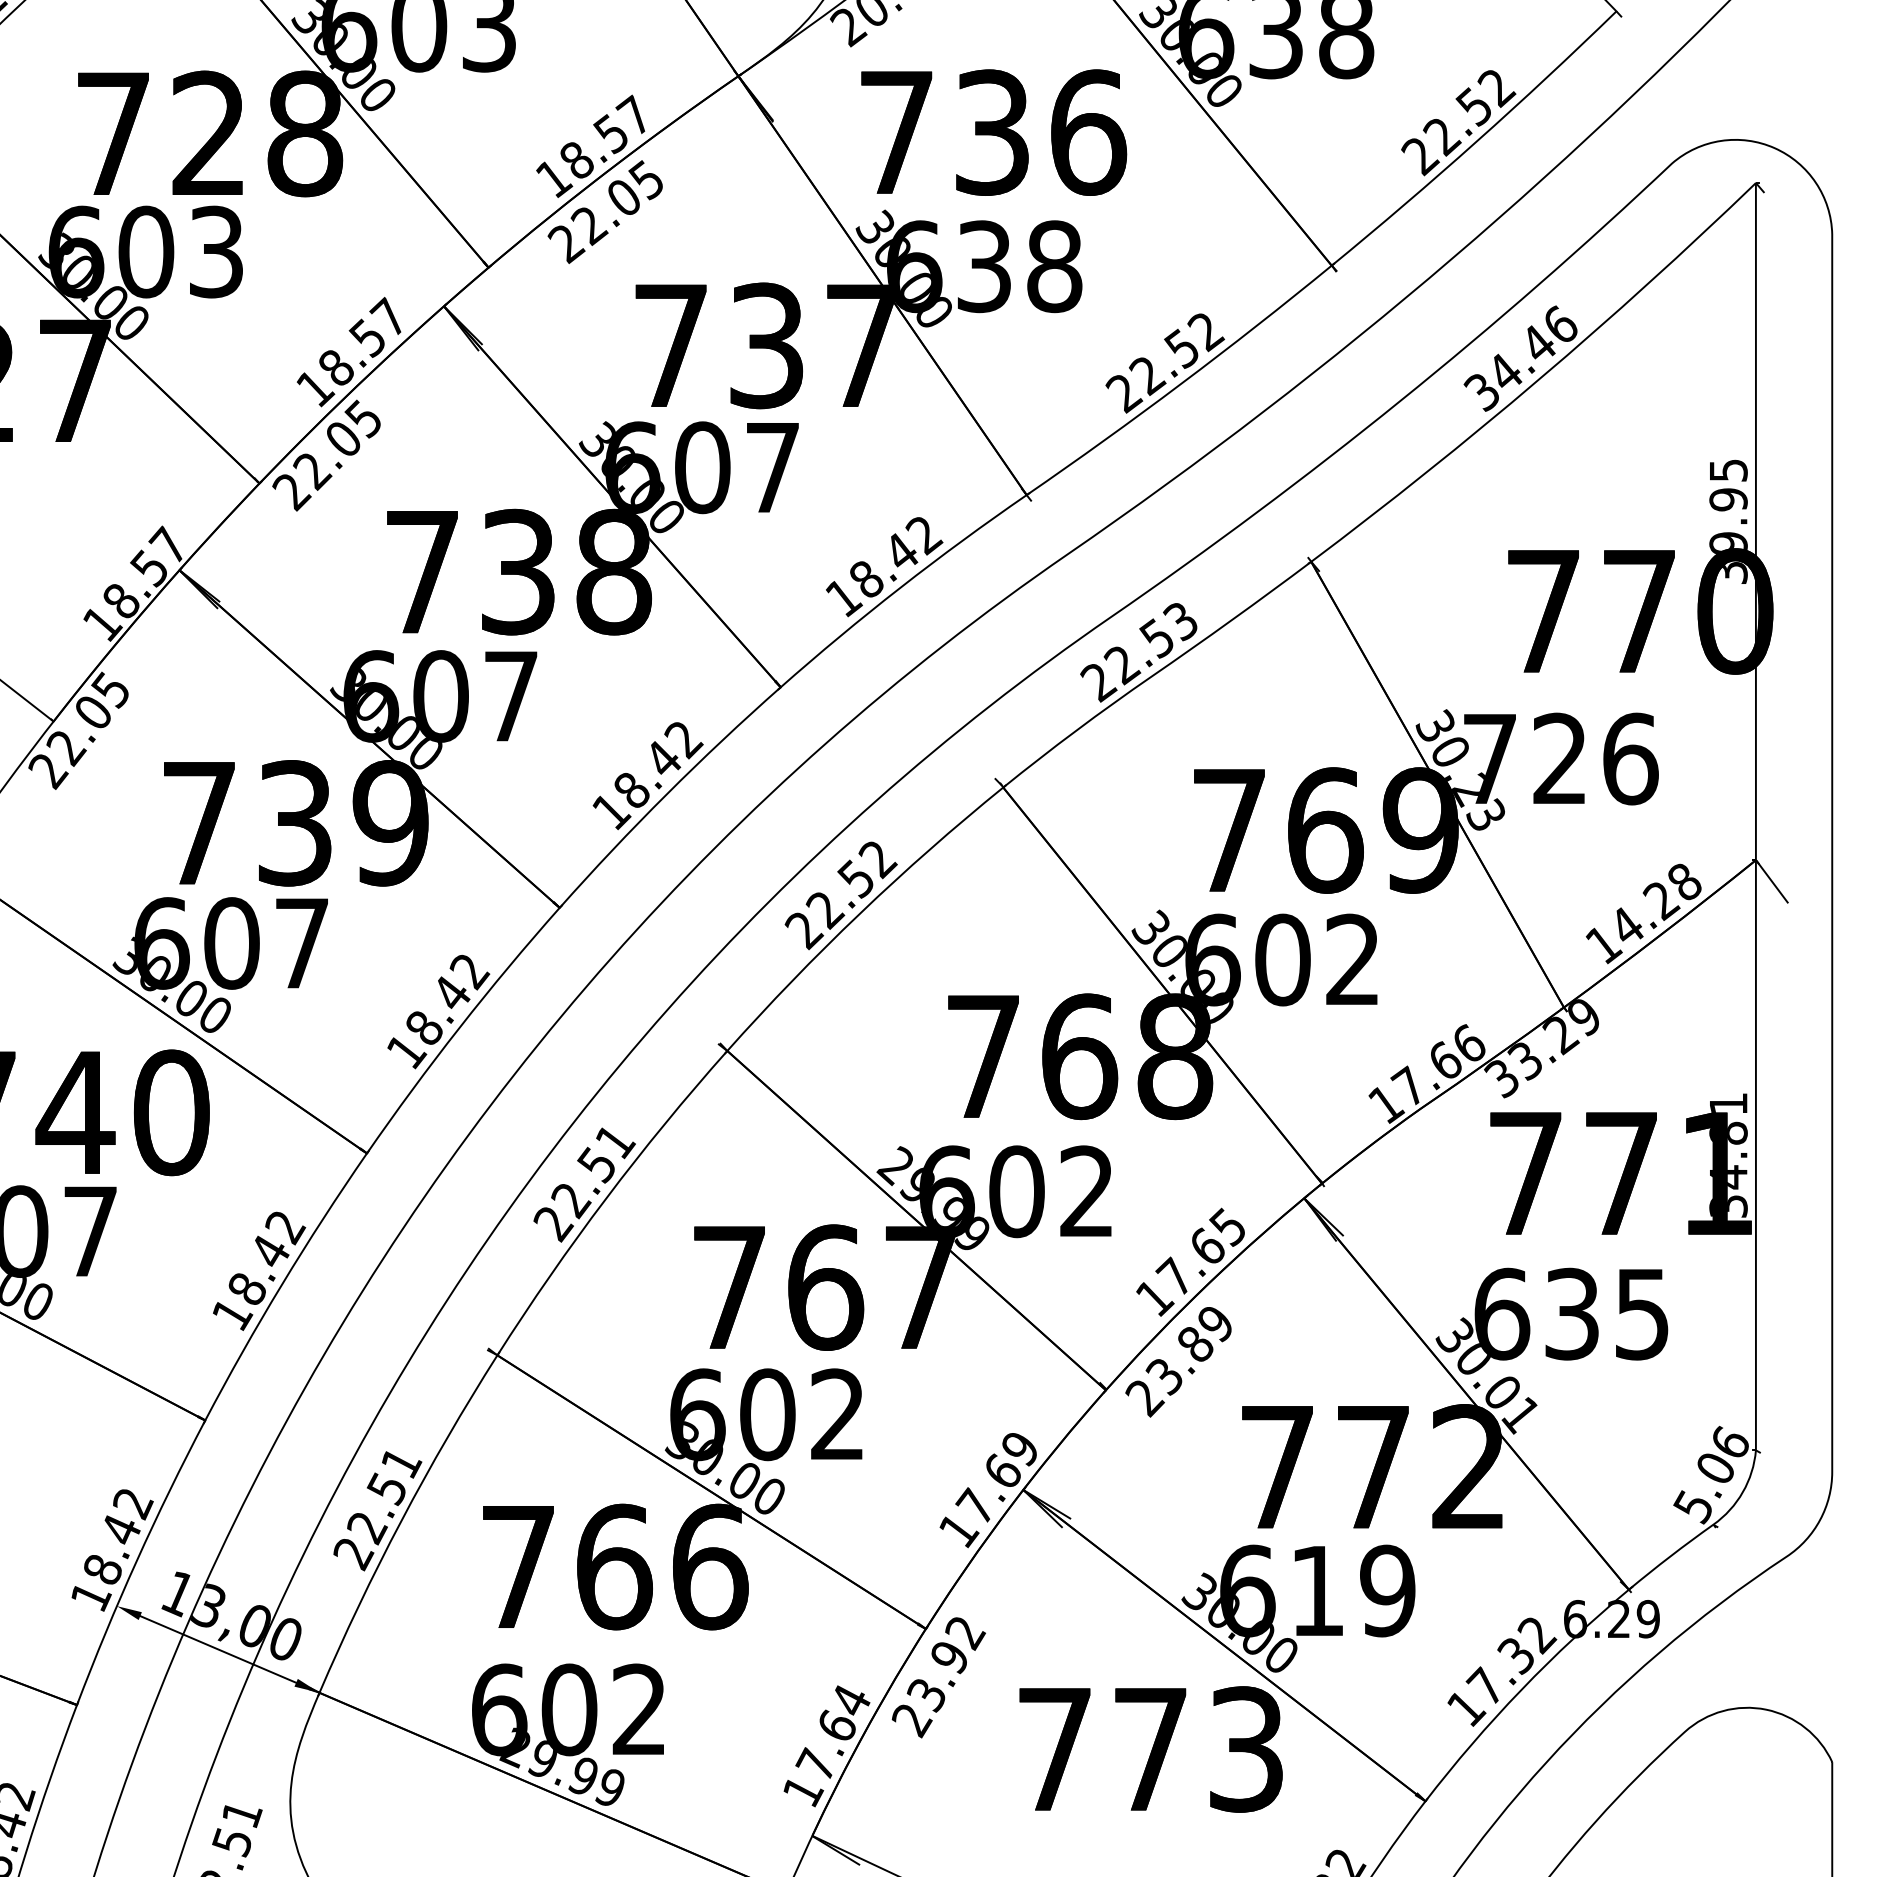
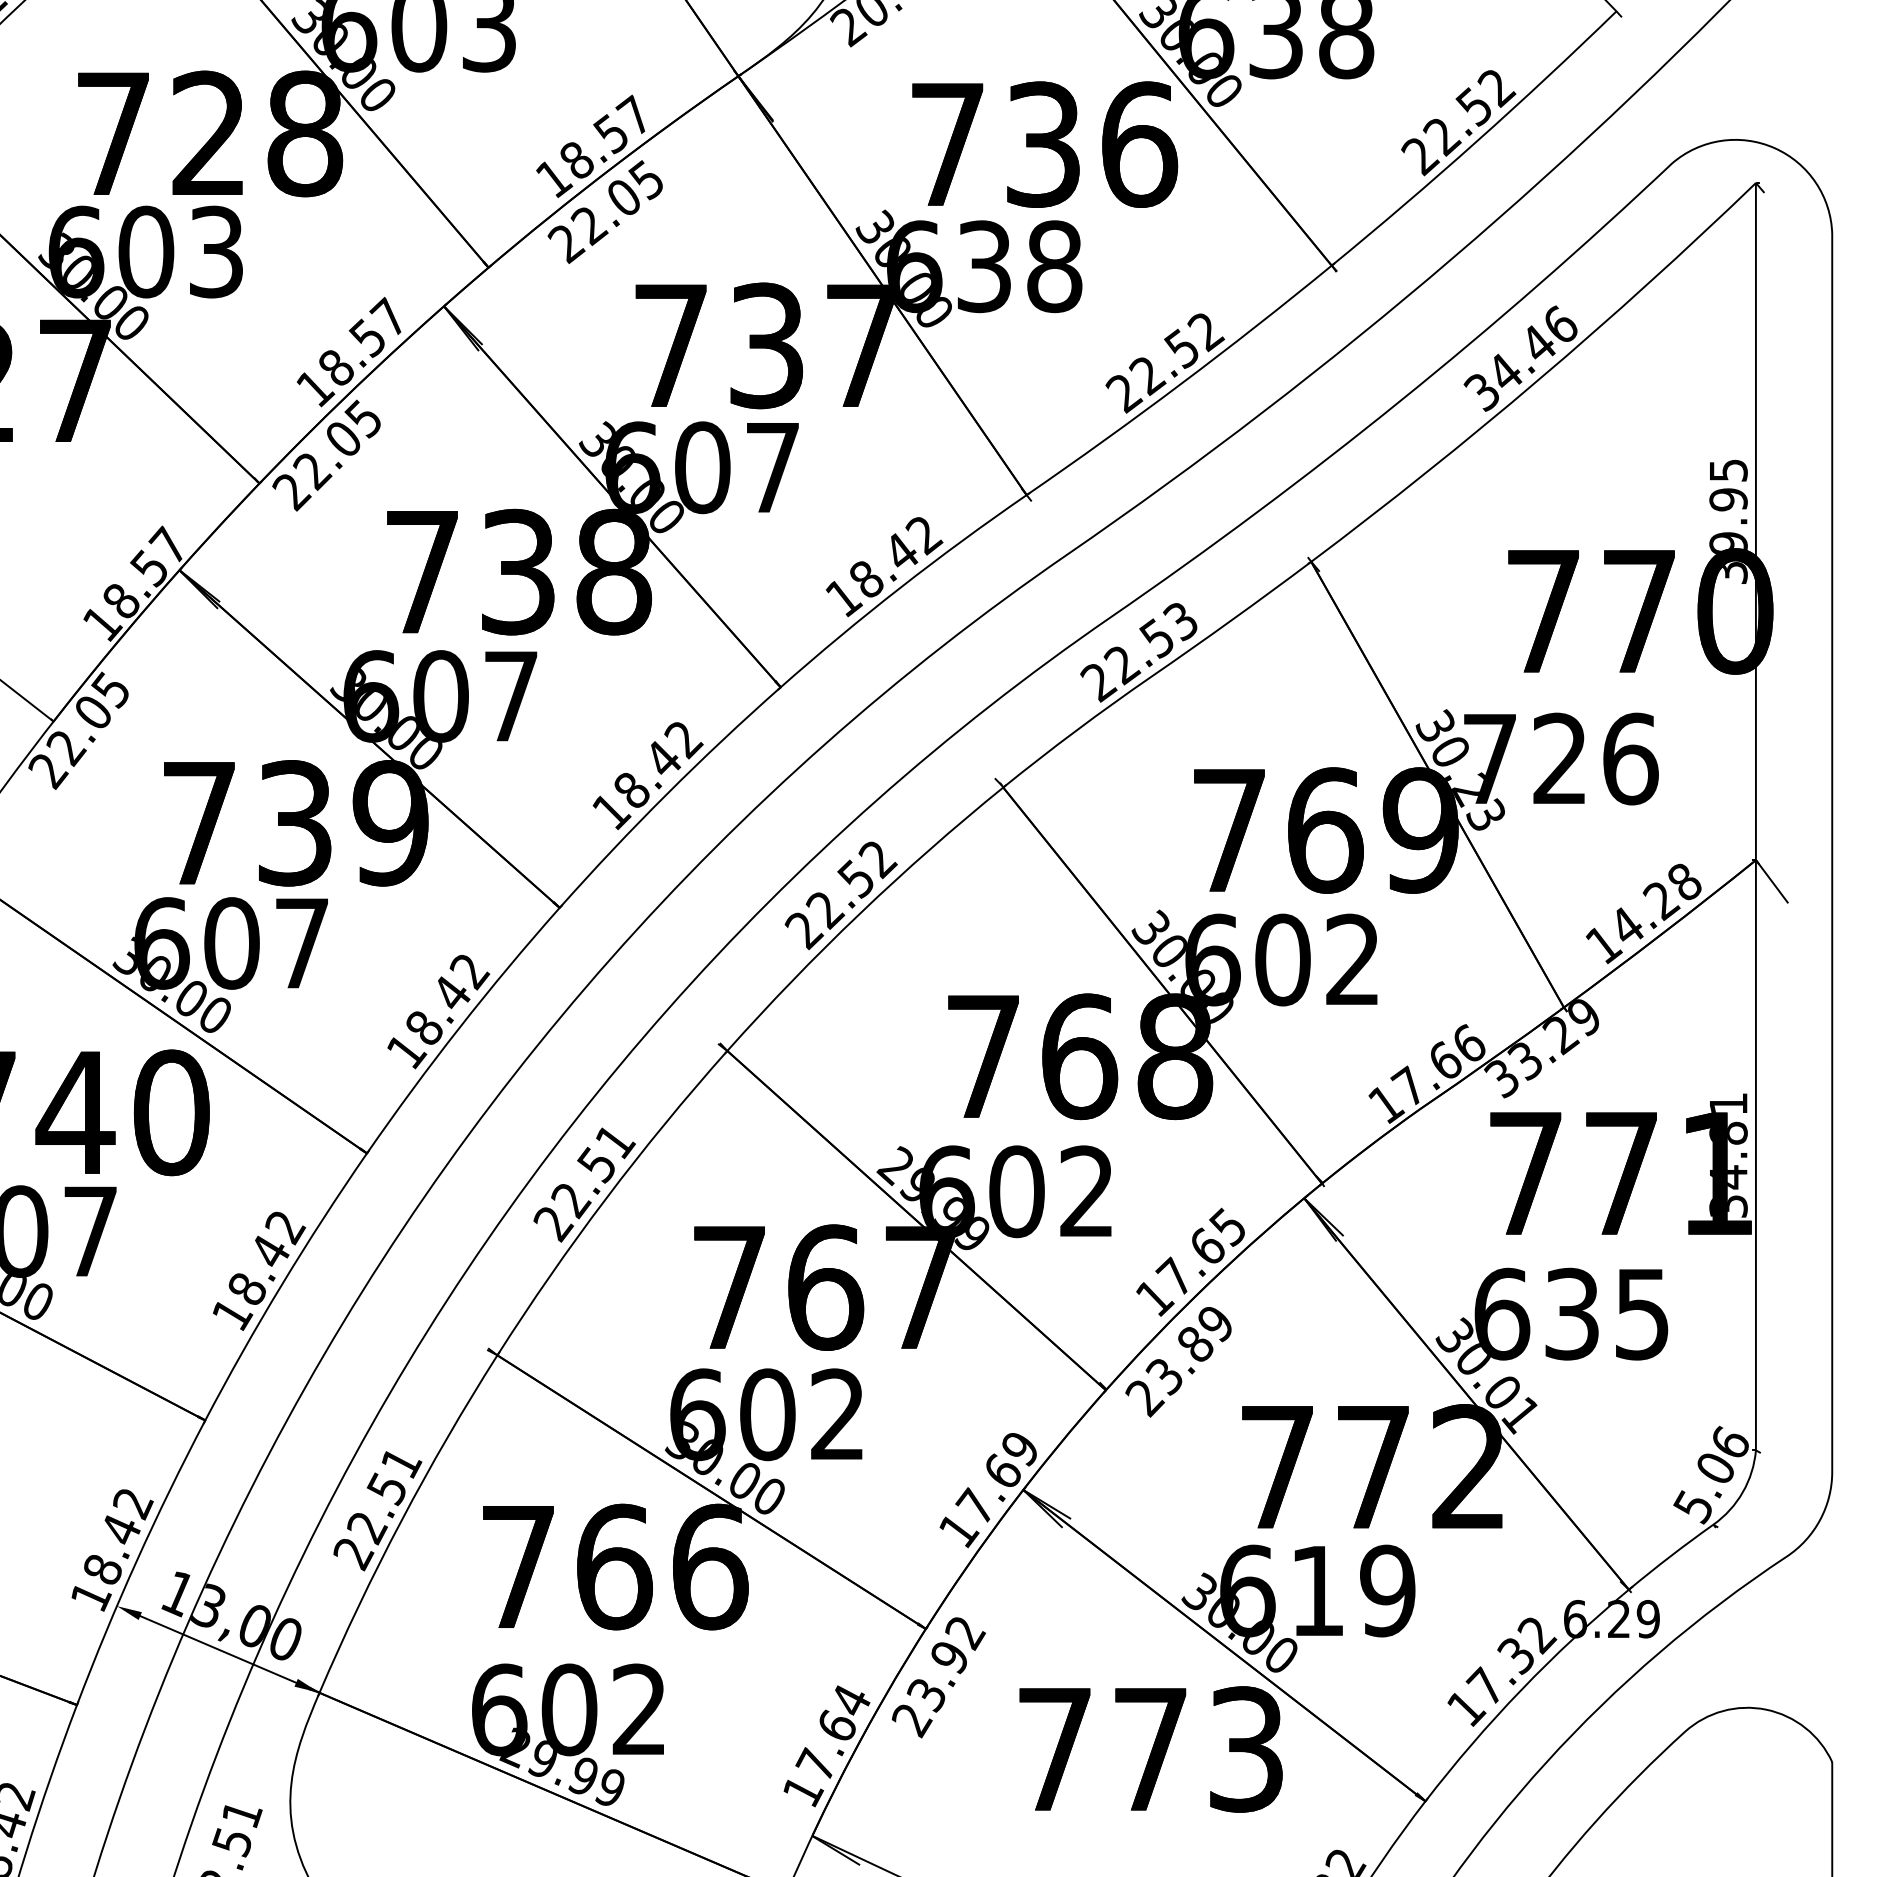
text at (994, 132) position: (994, 132) -> (1045, 144)
